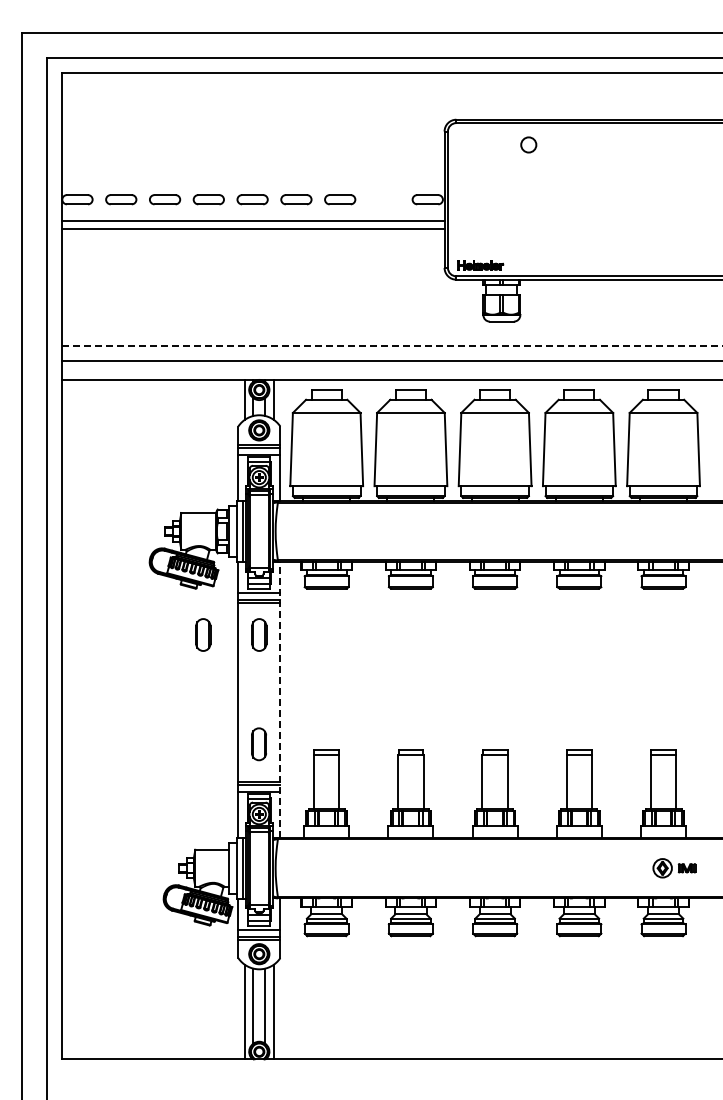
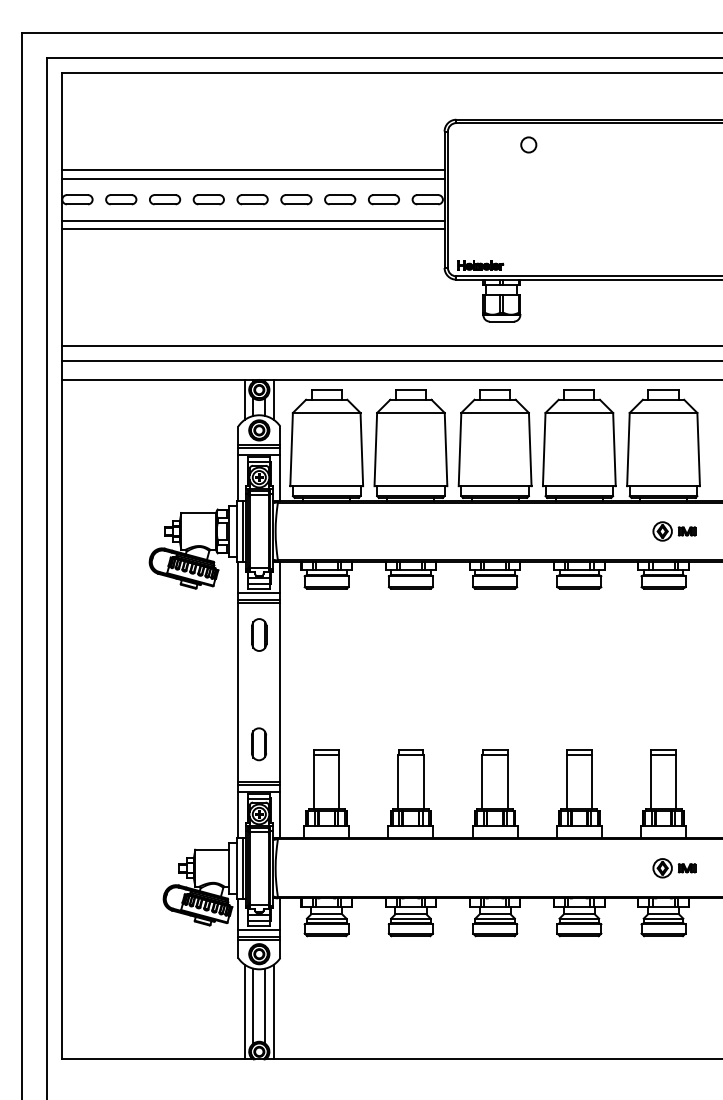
line at (253, 170): none -> present
line at (253, 178): none -> present
part at (383, 199): none -> present
line at (393, 346): dashed -> solid
part at (674, 531): none -> present
part at (203, 634): present -> none
line at (280, 699): dashed -> solid
